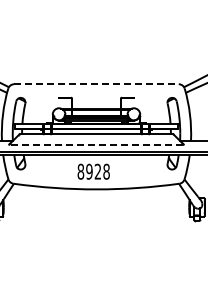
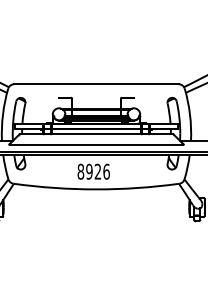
line at (96, 84): dashed -> solid
line at (96, 144): dashed -> solid
text at (106, 171): 8928 -> 8926
